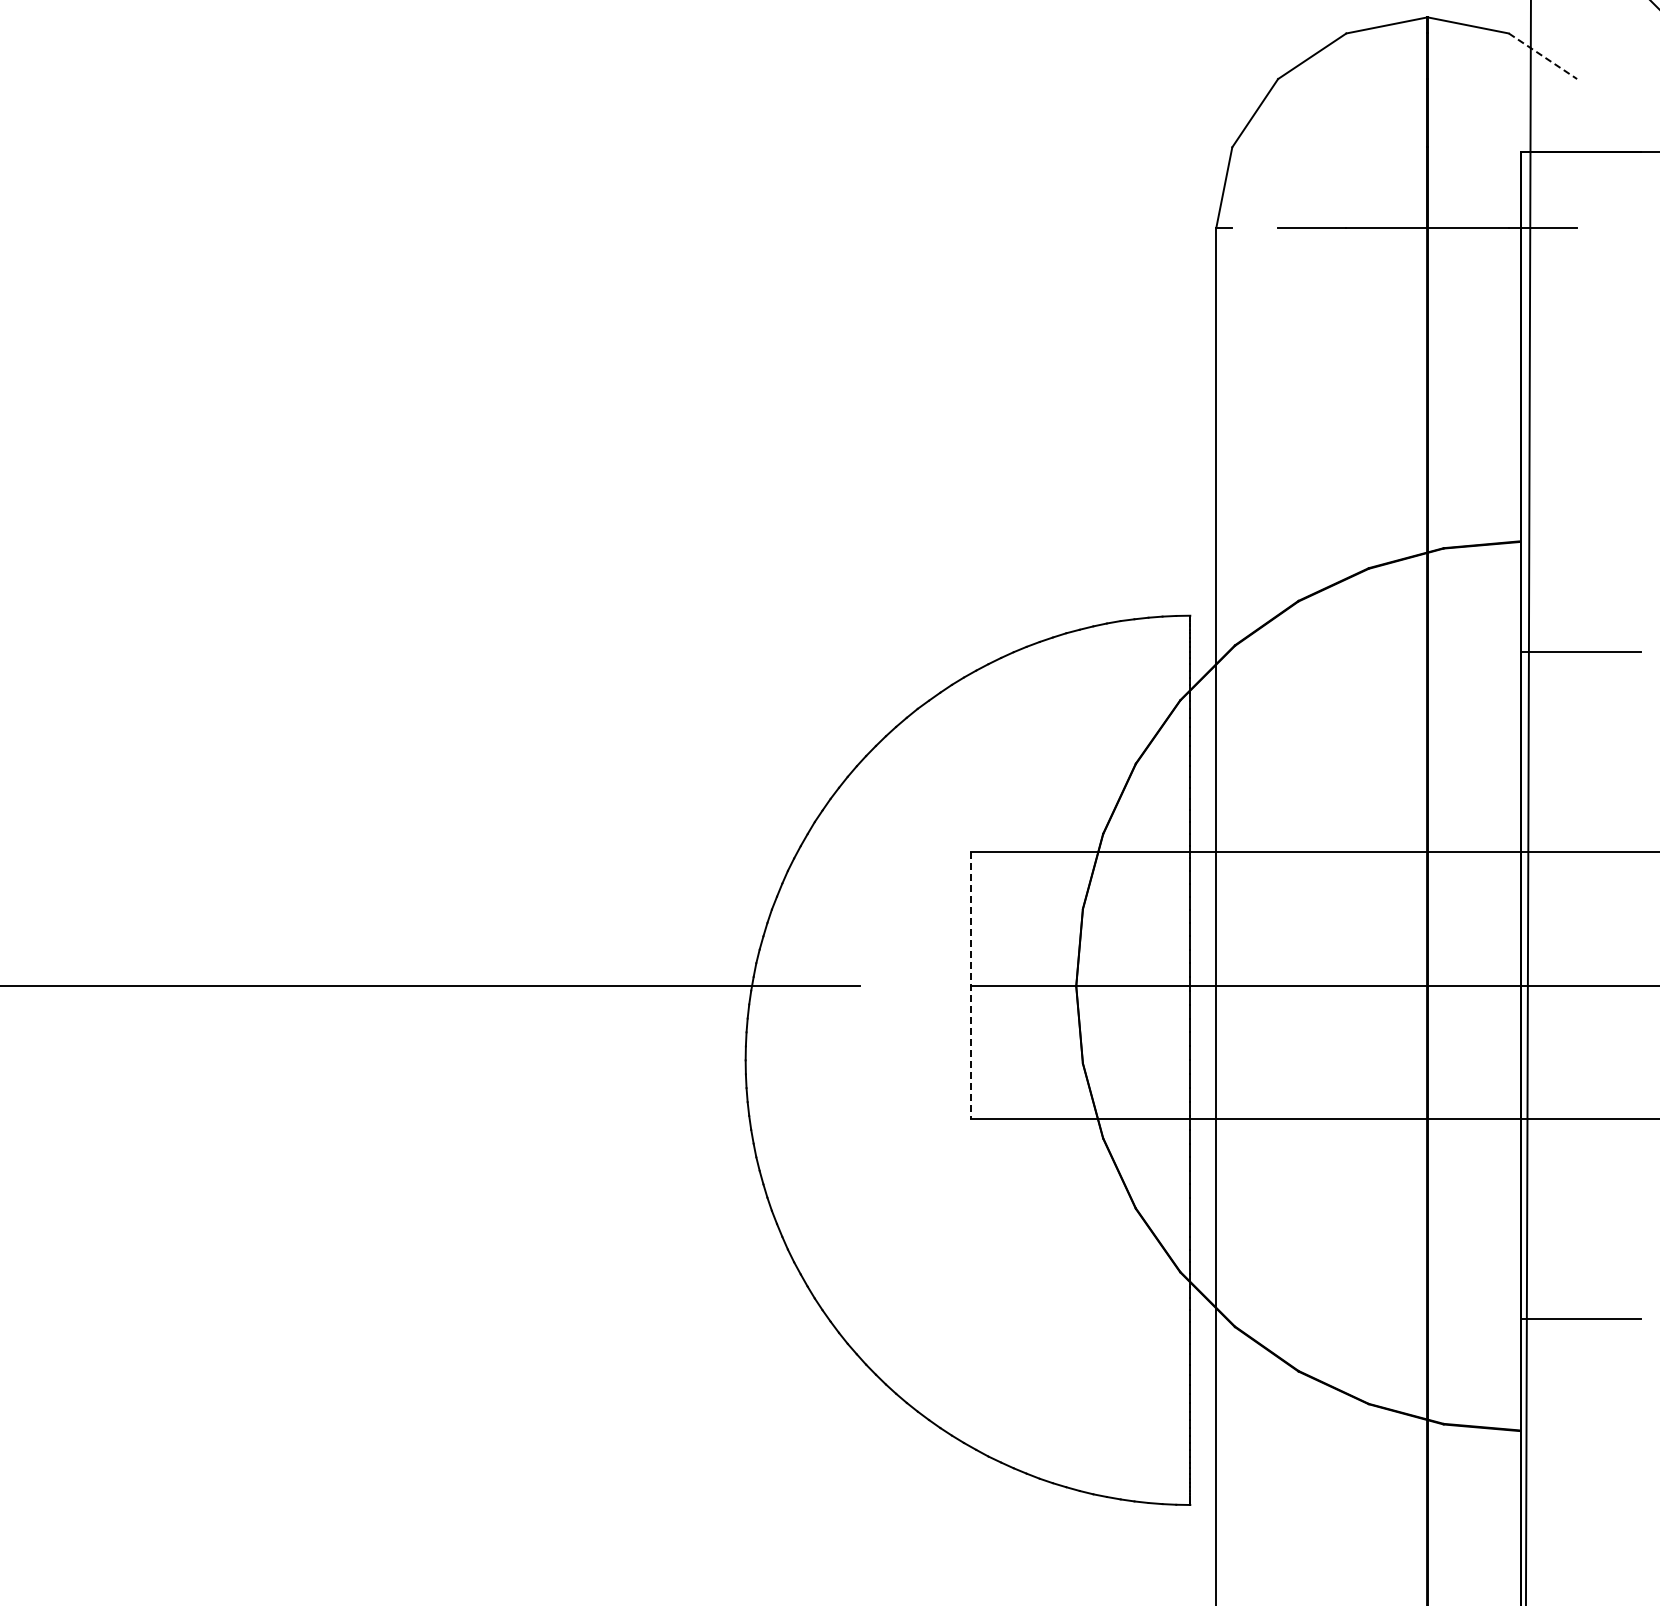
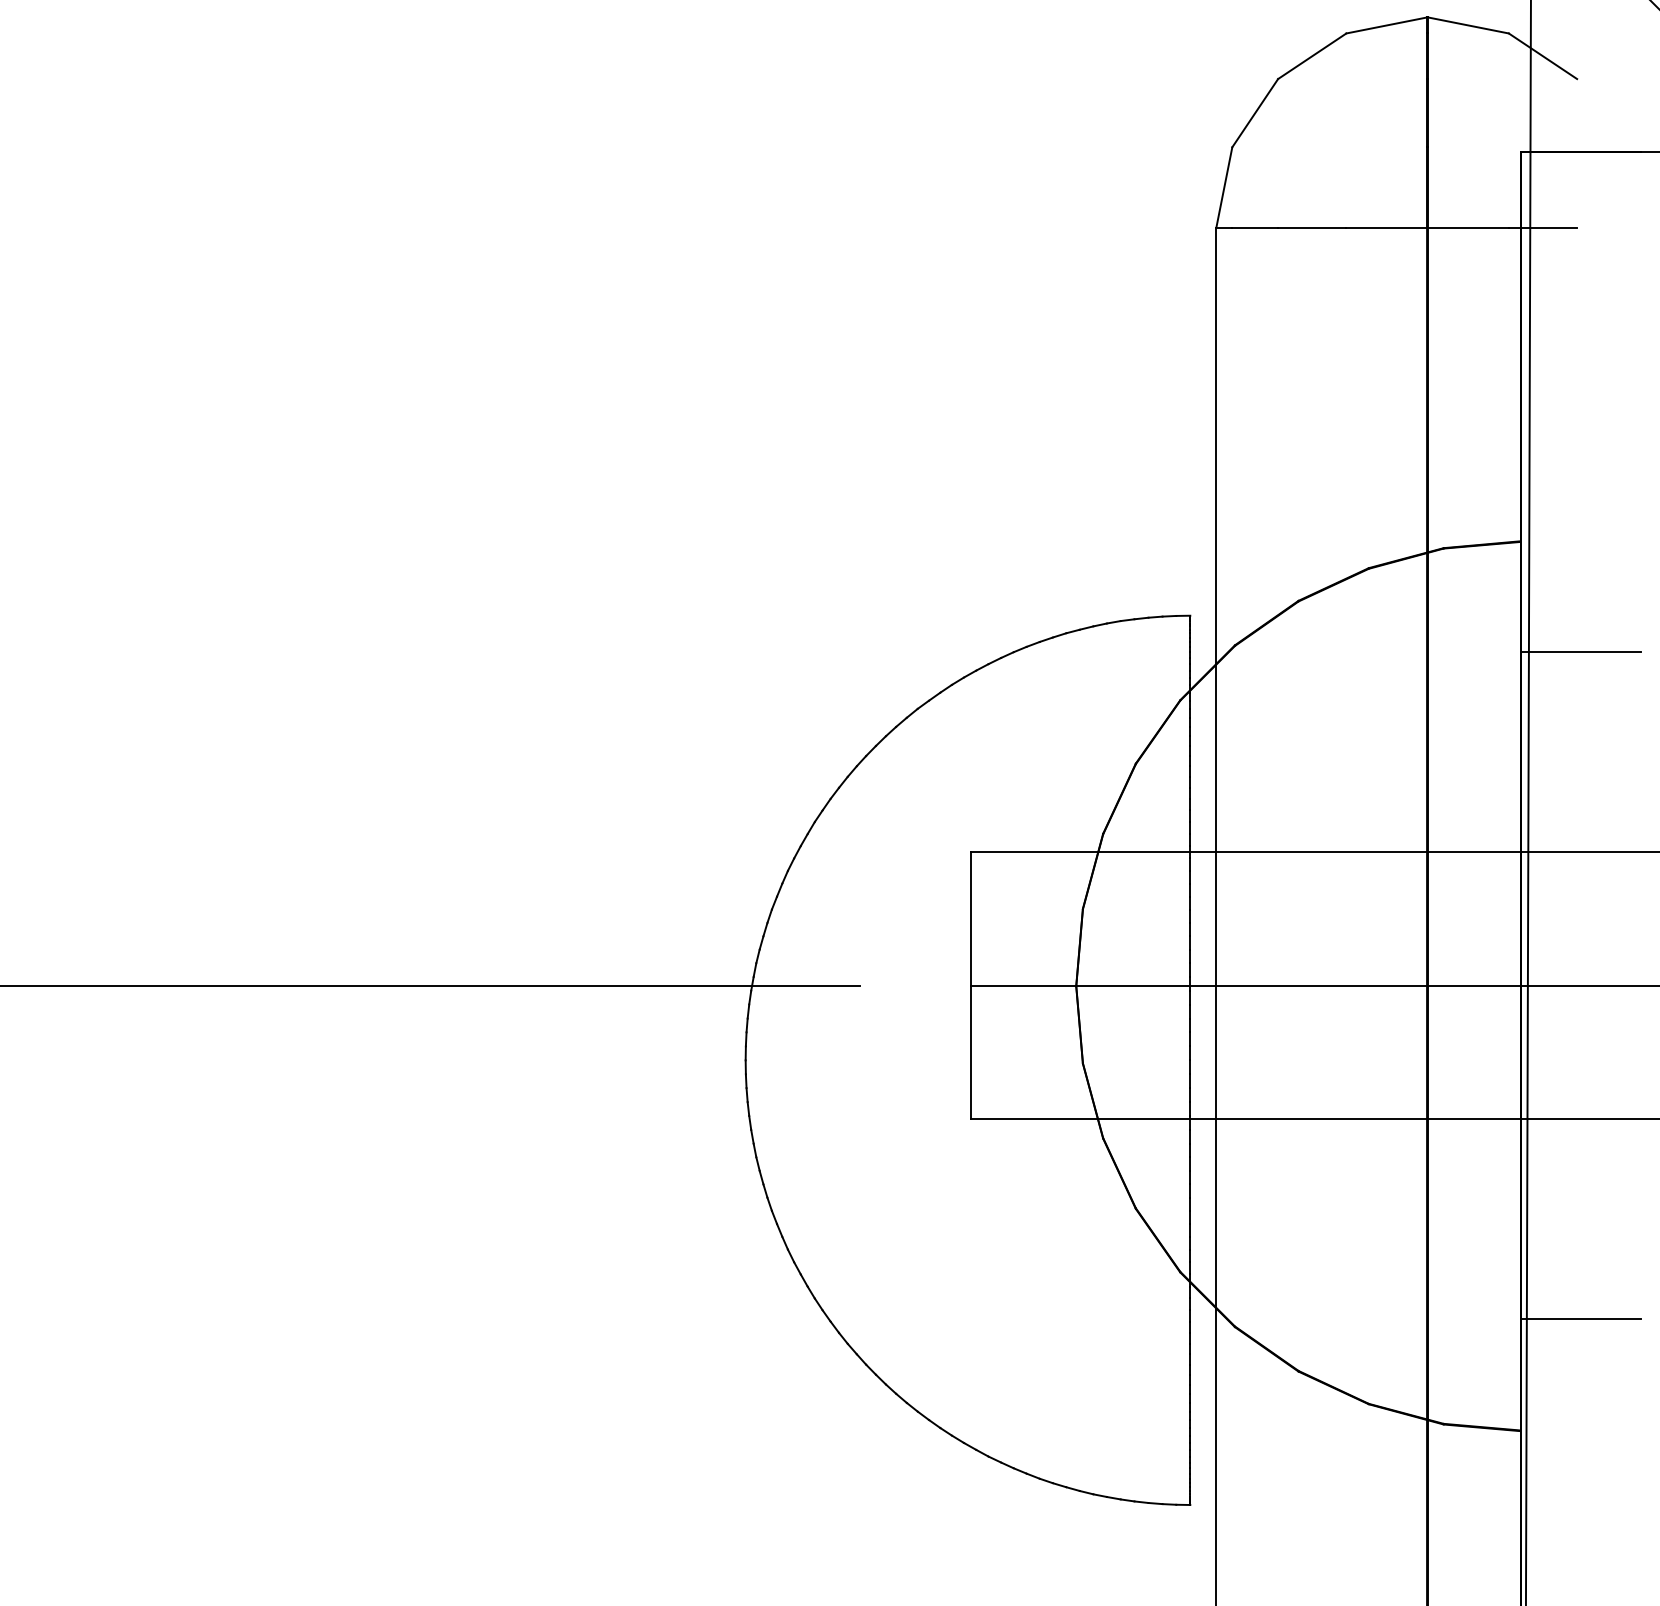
line at (1543, 56): dashed -> solid
line at (1255, 228): none -> present
line at (971, 986): dashed -> solid
